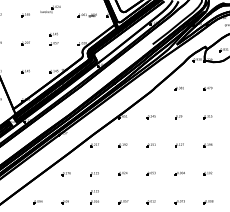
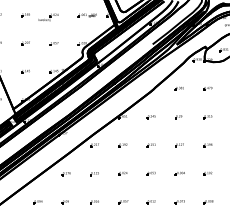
part at (50, 9) position: (50, 9) -> (48, 17)
part at (53, 34): present -> none
part at (94, 192): present -> none
